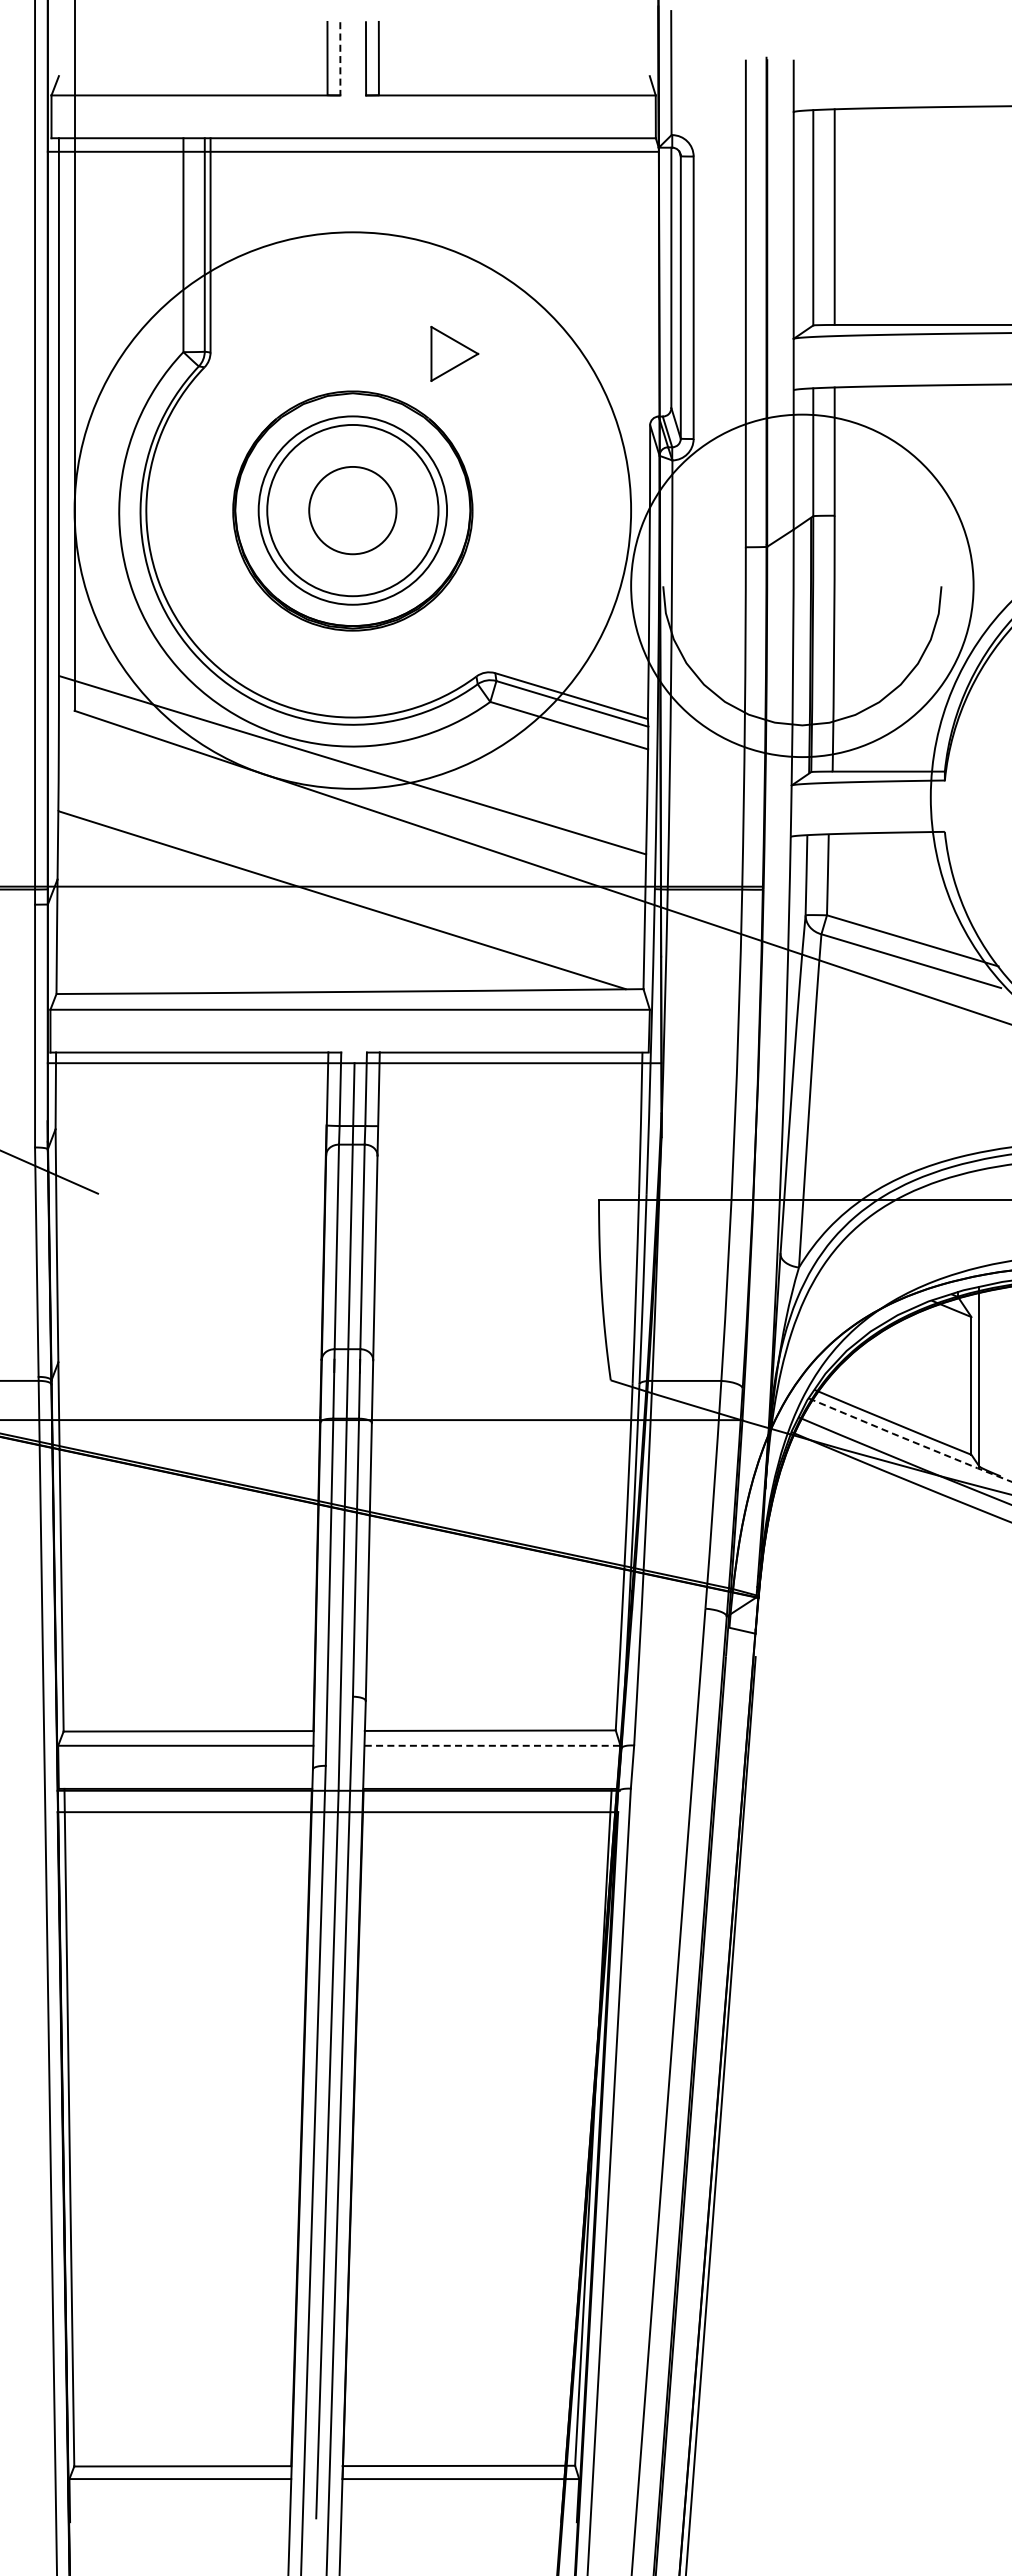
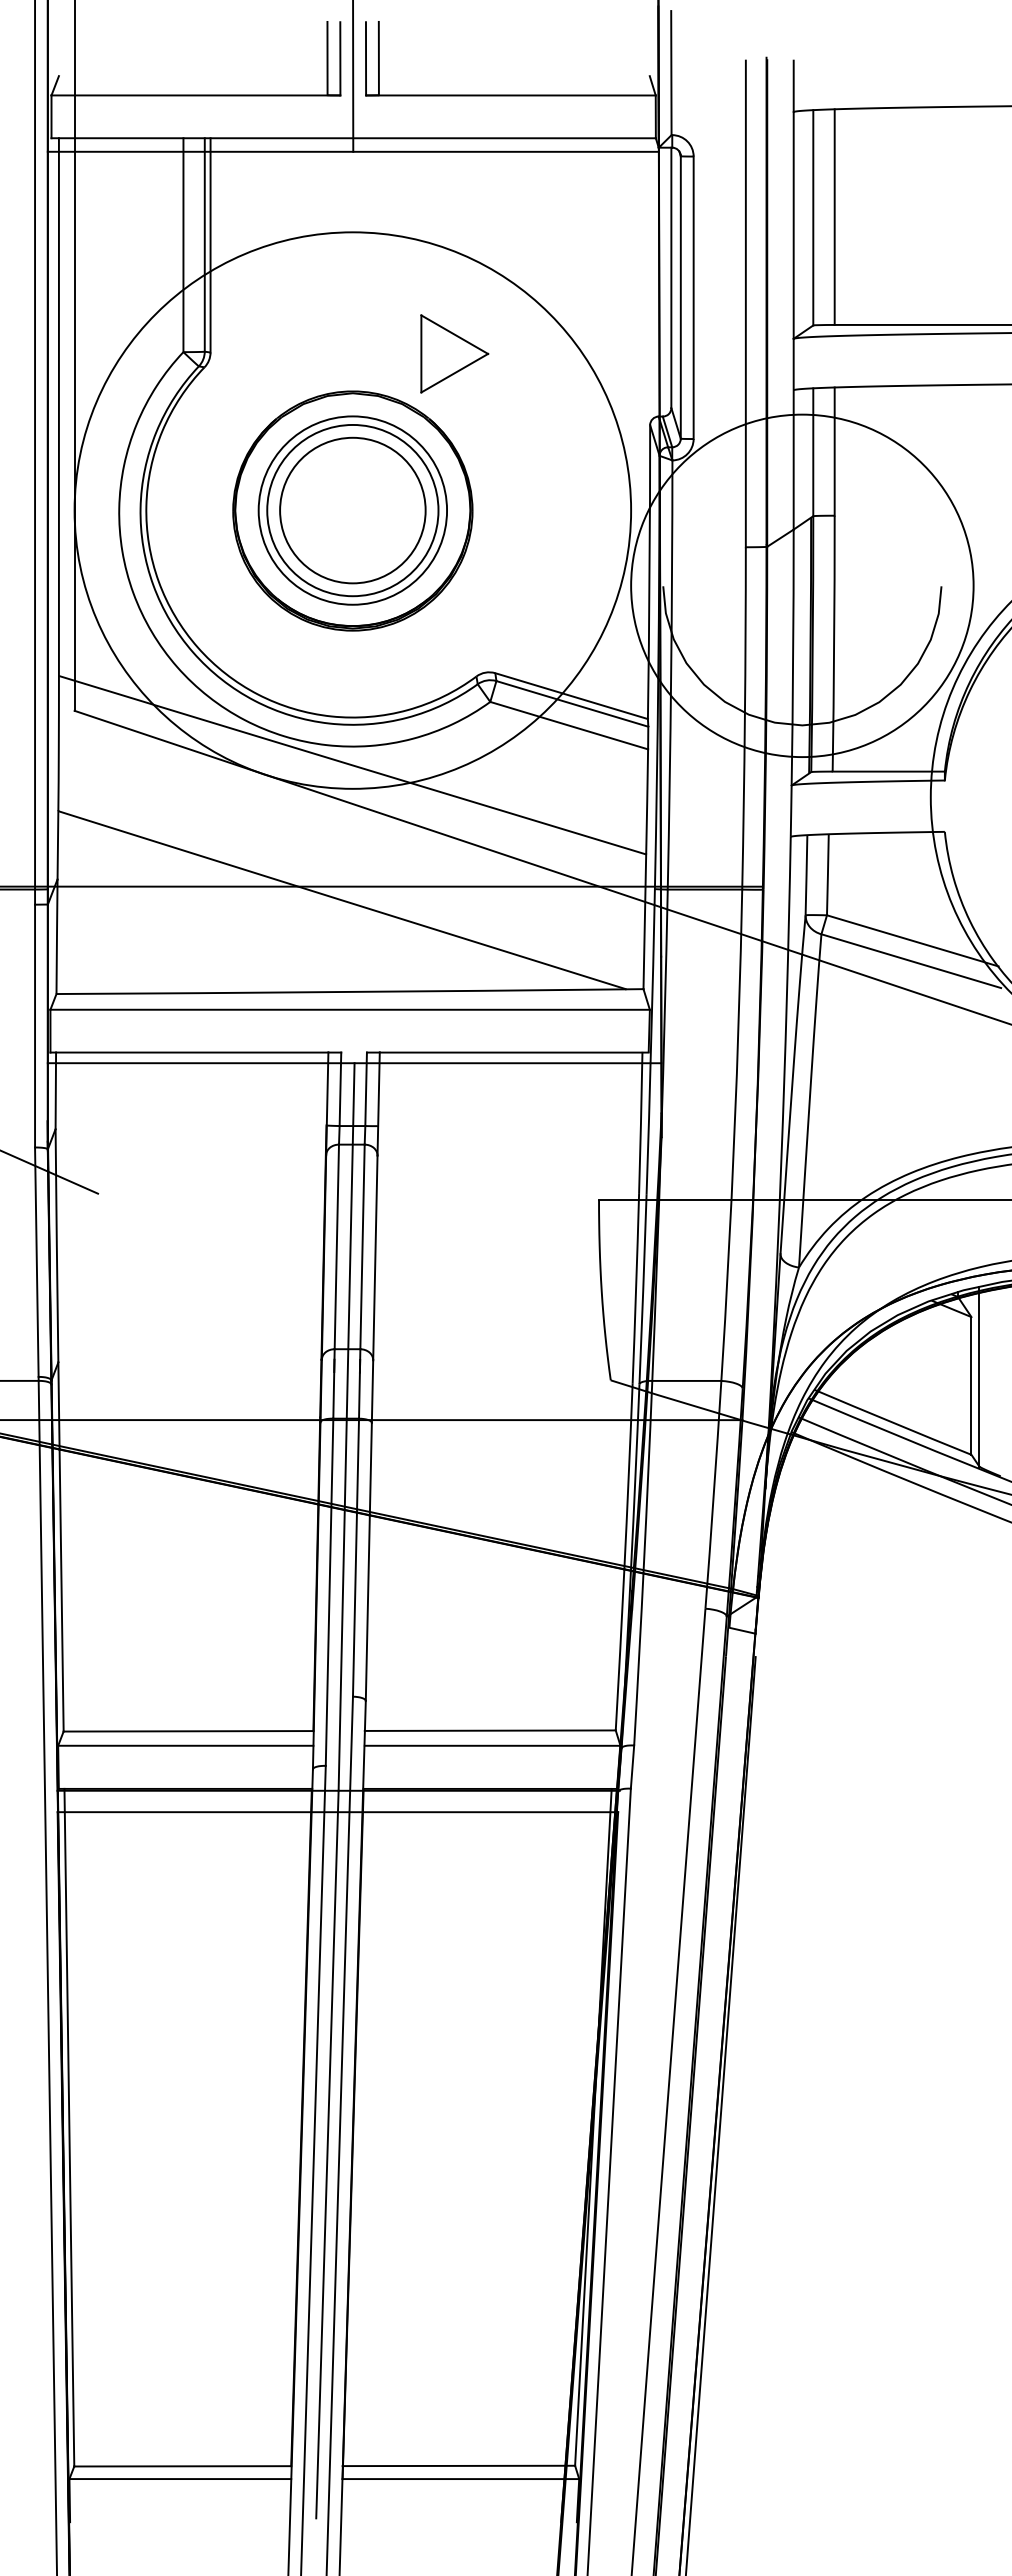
line at (340, 58): dashed -> solid
line at (353, 76): none -> present
part at (454, 353) size: 50x56 px -> 70x80 px
circle at (352, 510) diameter: 87 px -> 146 px
arc at (910, 1440): dashed -> solid
line at (492, 1745): dashed -> solid
